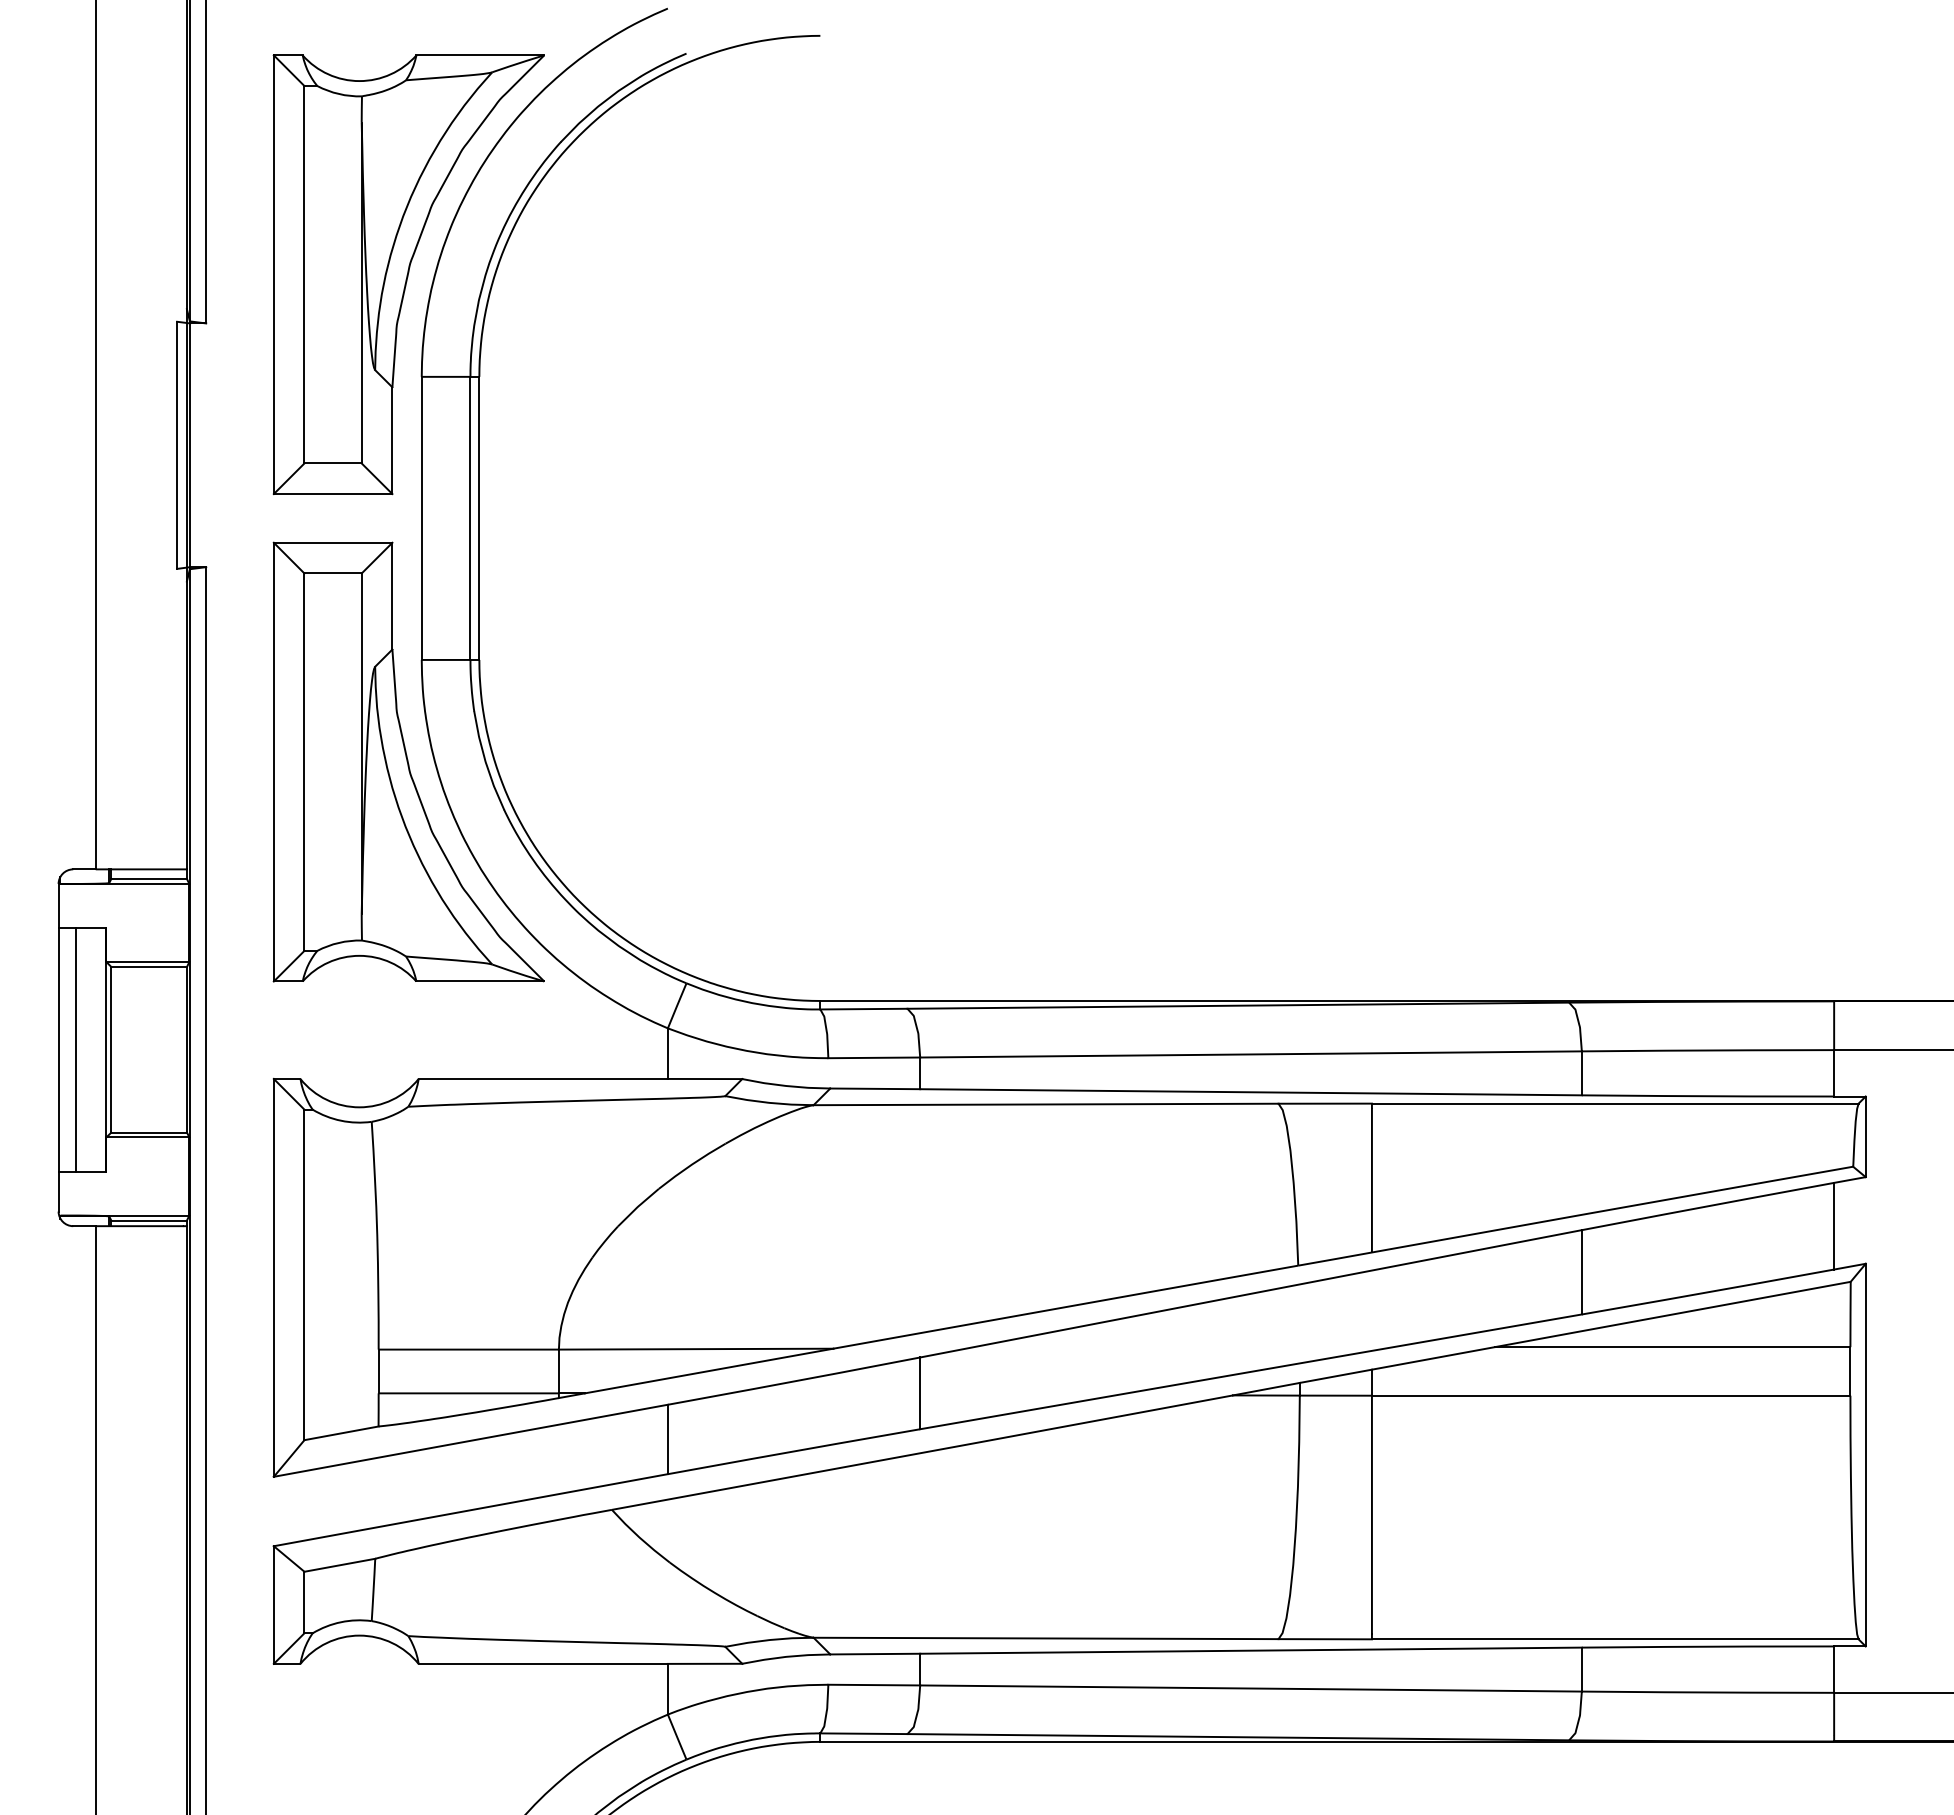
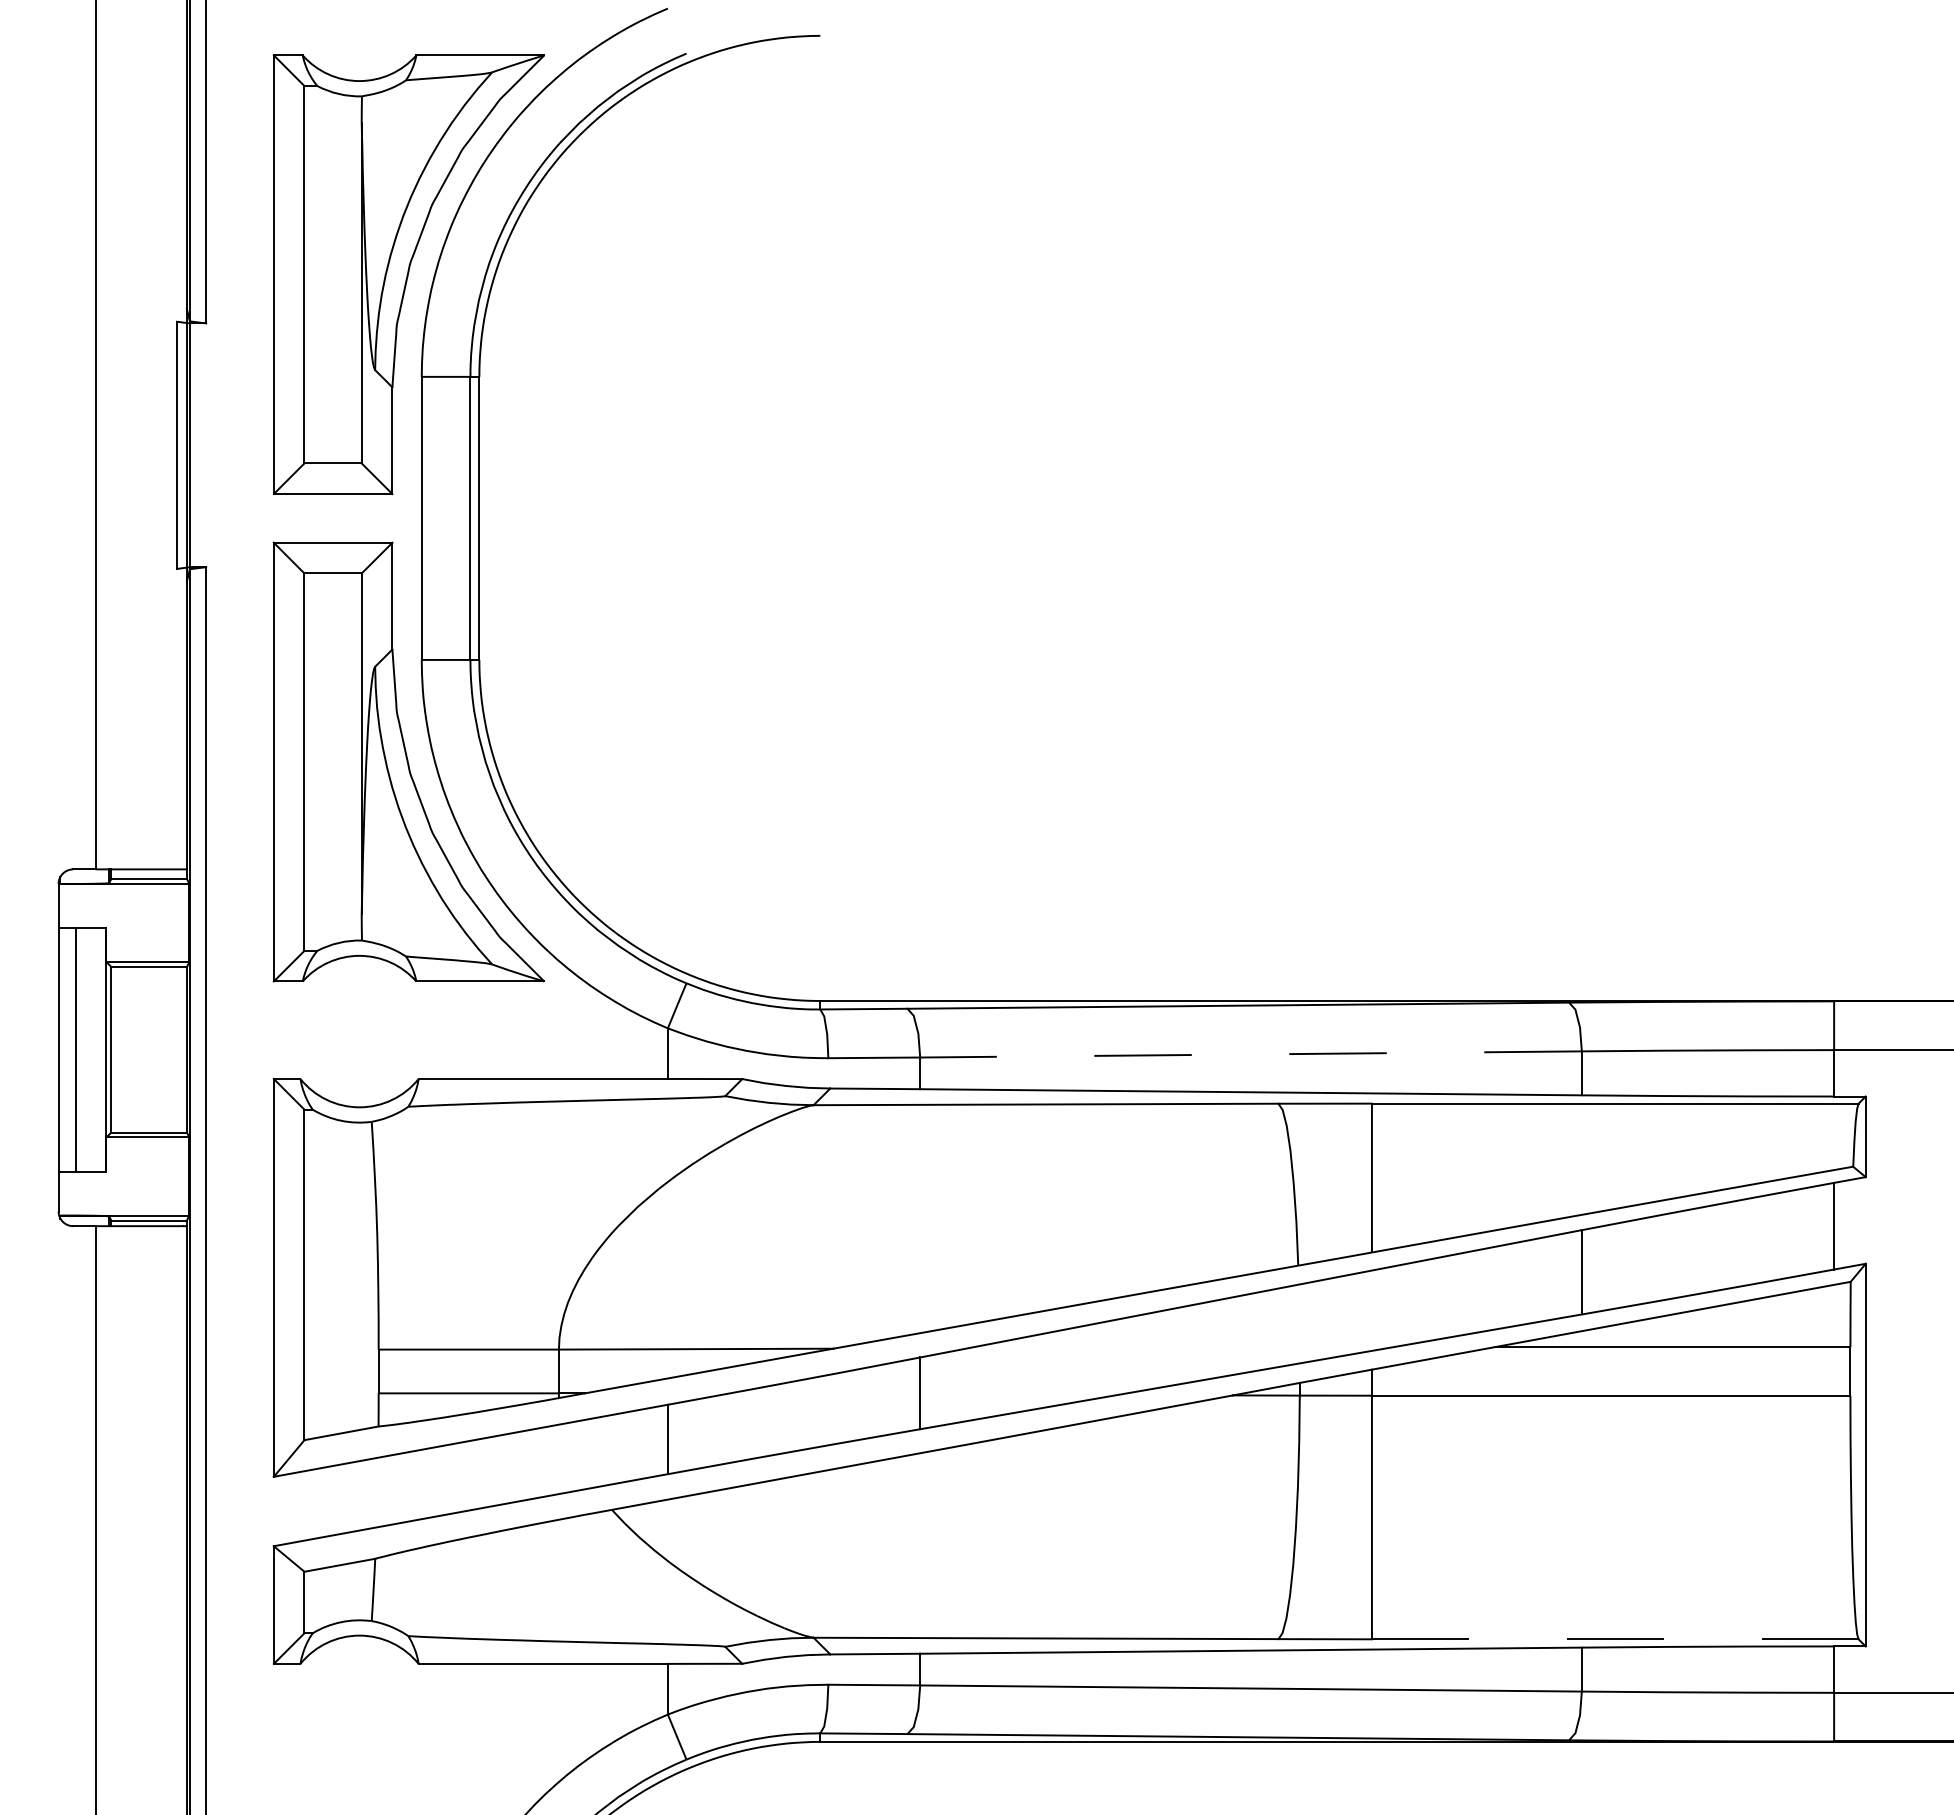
line at (1250, 1054): solid -> dashed
line at (1615, 1639): solid -> dashed
